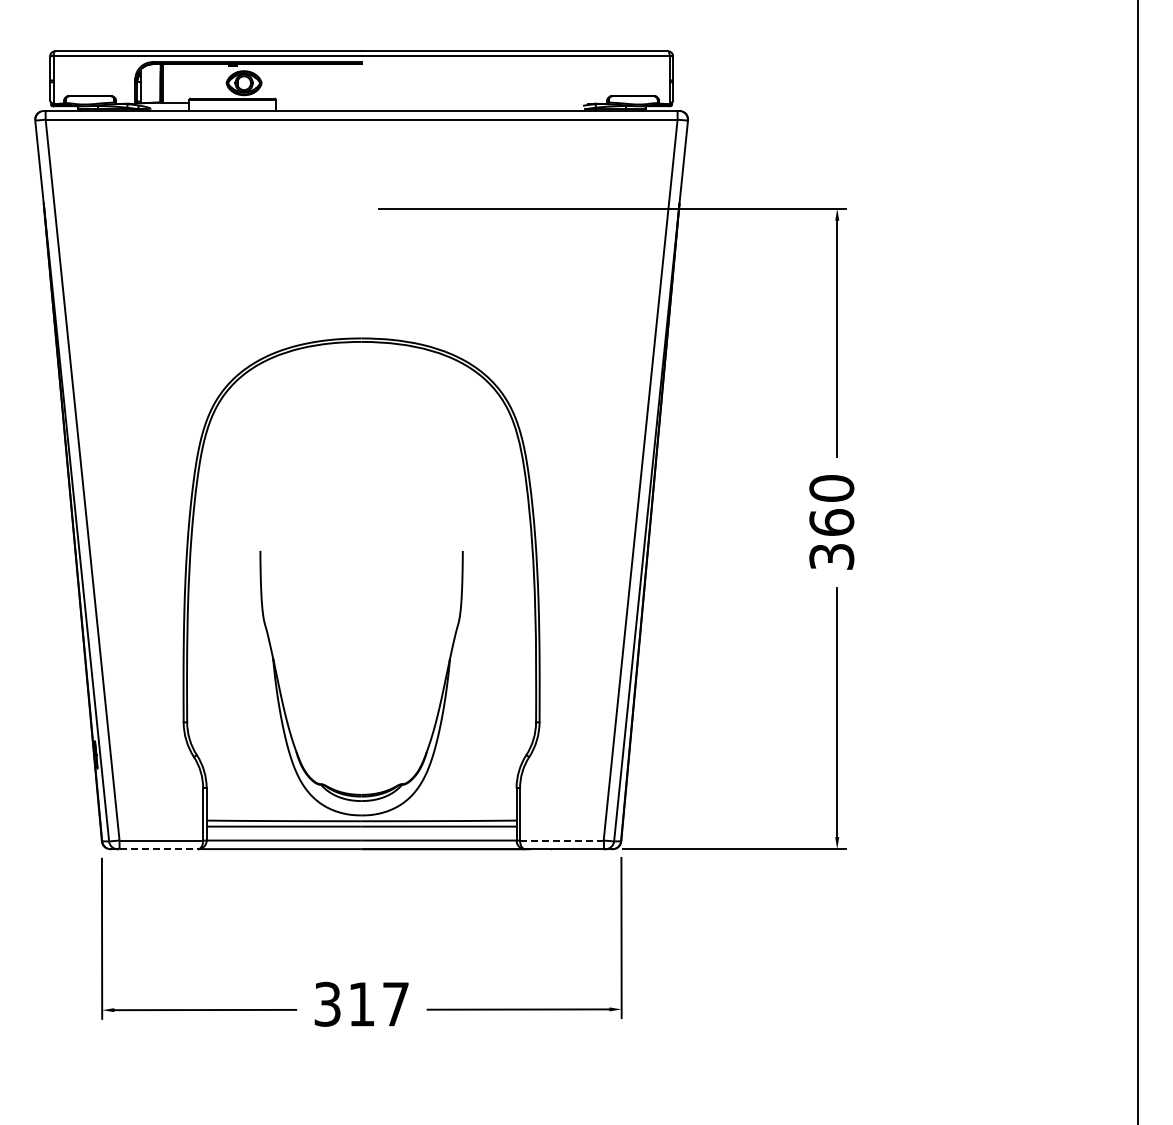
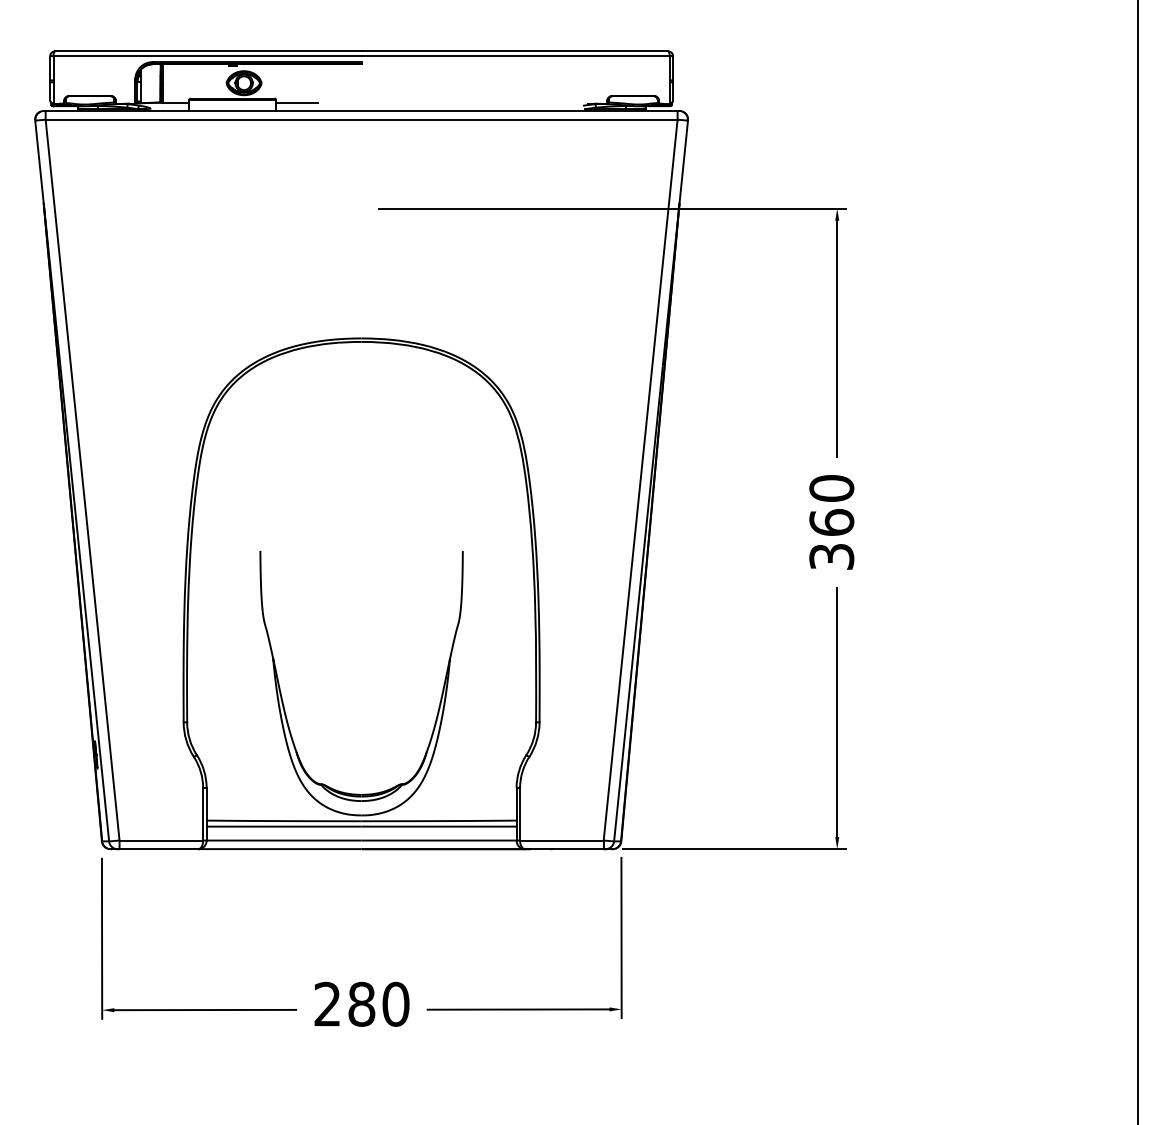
line at (297, 103): none -> present
line at (561, 840): dashed -> solid
line at (159, 849): dashed -> solid
text at (361, 1003): 317 -> 280
